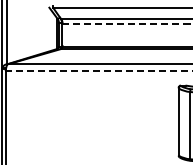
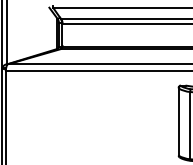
line at (127, 23): dashed -> solid
line at (98, 70): dashed -> solid
